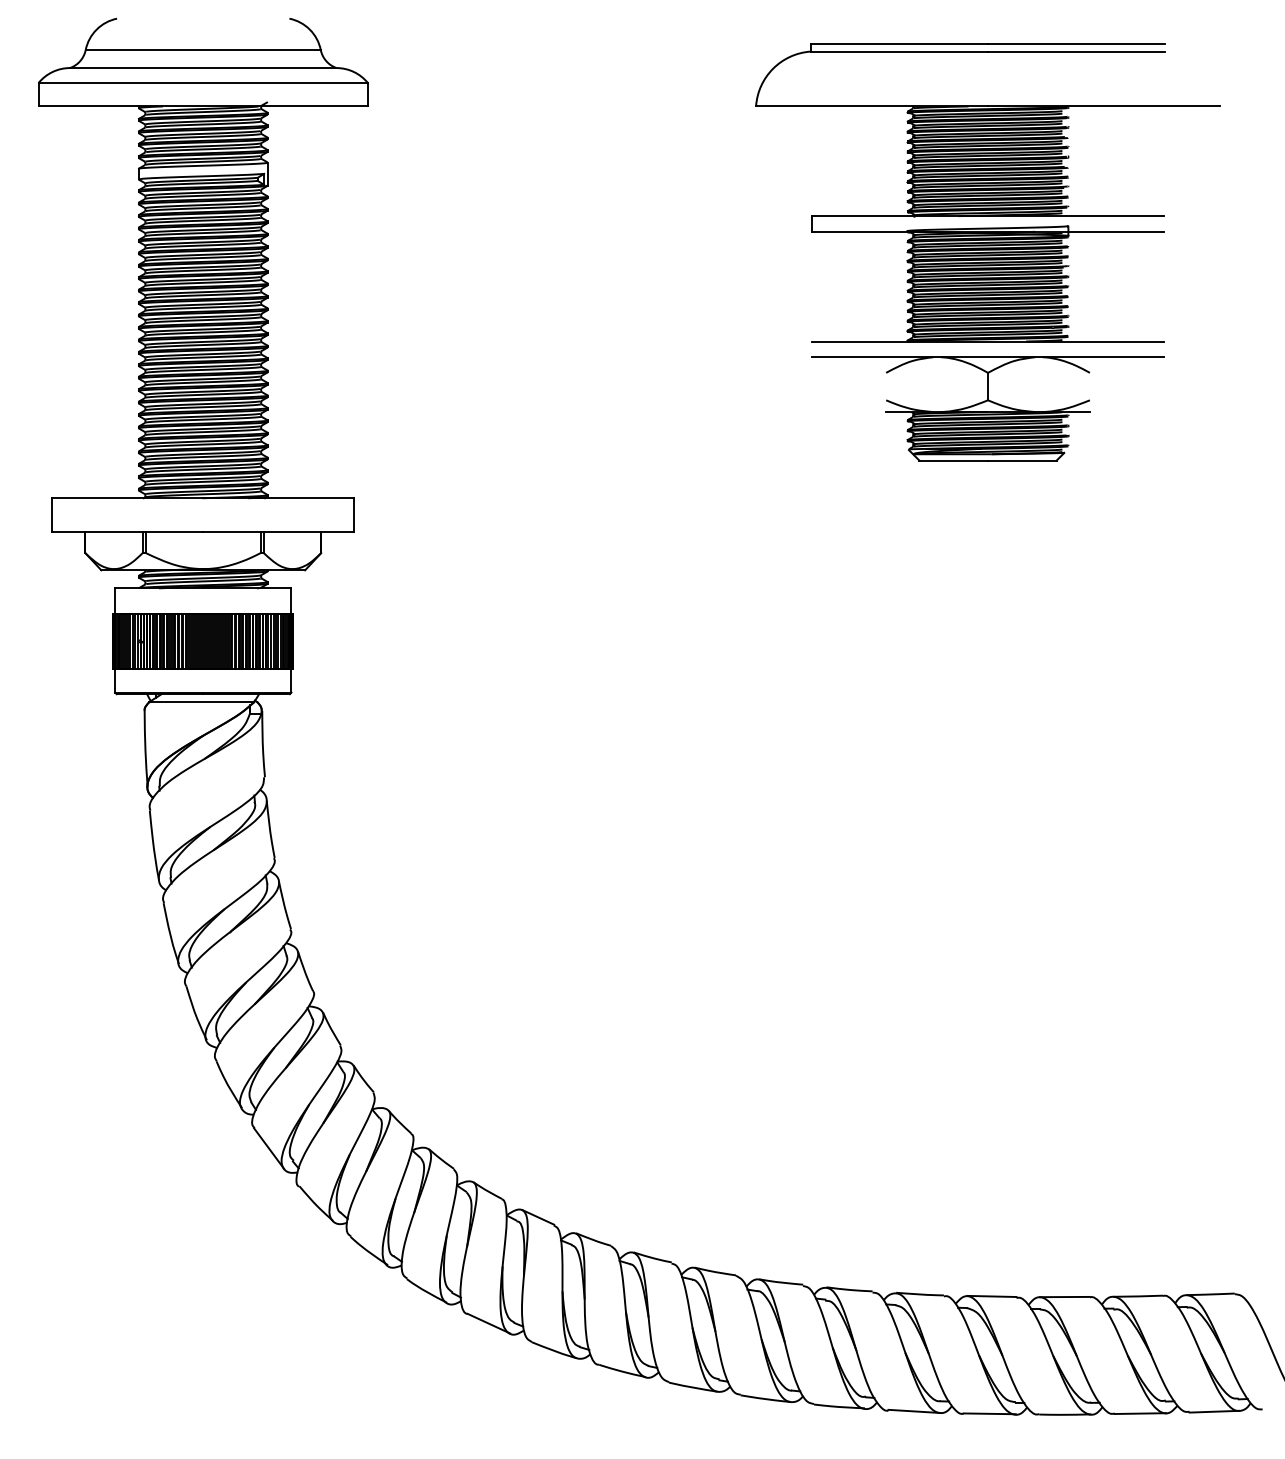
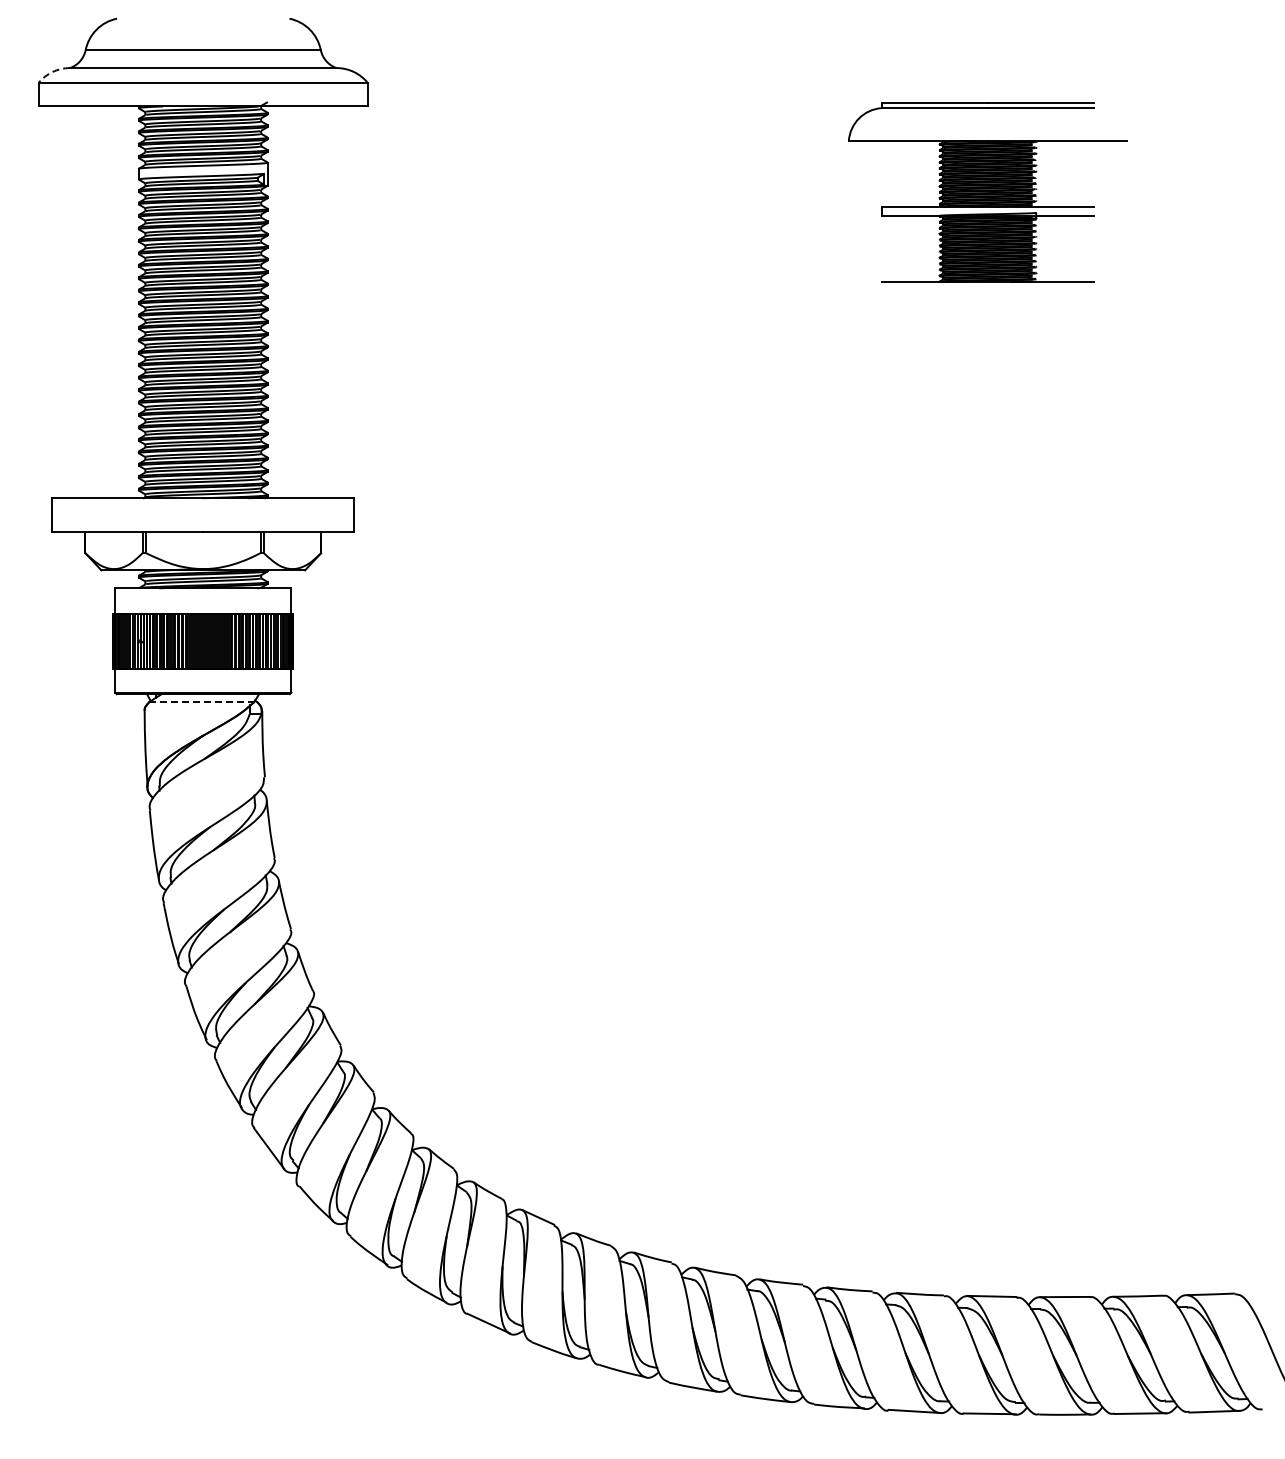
arc at (52, 71): solid -> dashed
part at (987, 192) size: 466x300 px -> 280x181 px
part at (987, 408): present -> none
line at (202, 701): solid -> dashed
